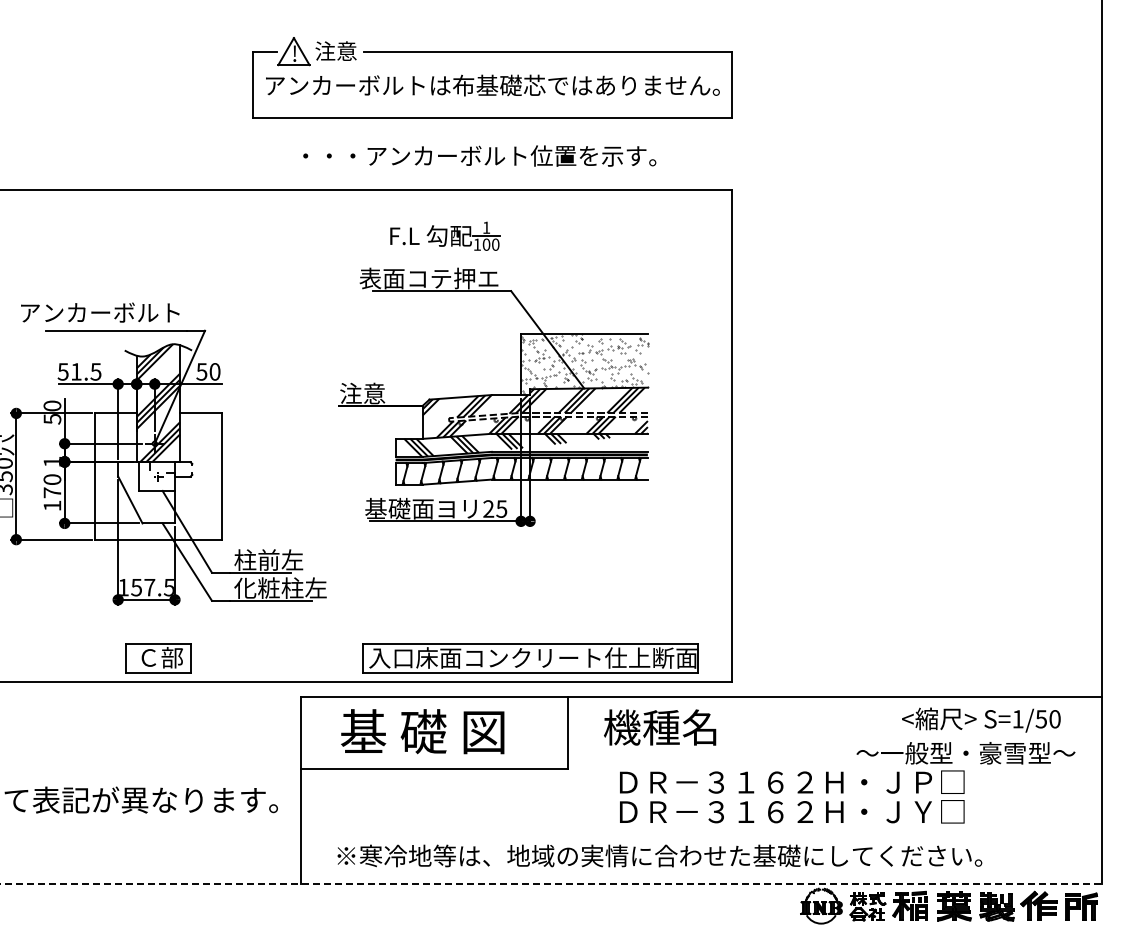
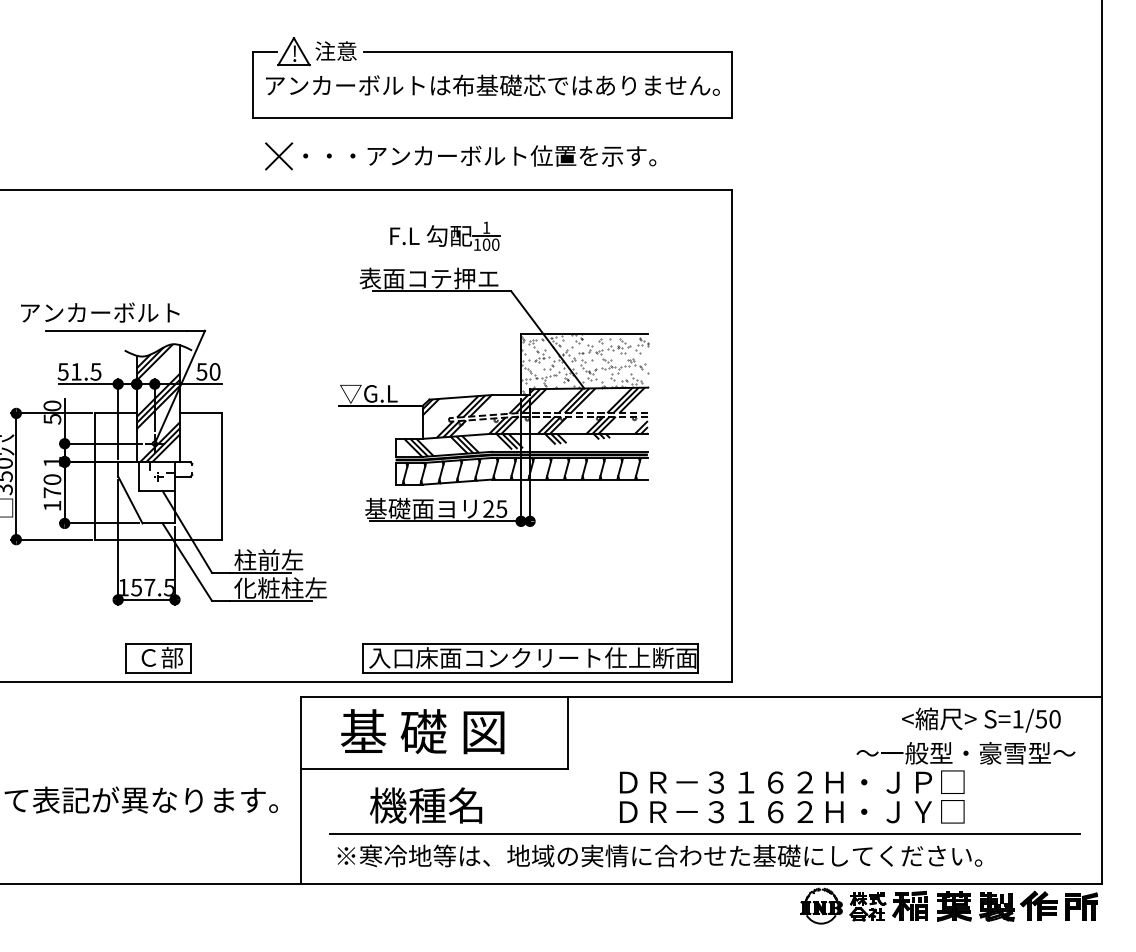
part at (279, 156): none -> present
text at (368, 393): 注意 -> ▽G.L
text at (660, 727) position: (660, 727) -> (426, 805)
line at (705, 834): none -> present
line at (551, 884): dashed -> solid
